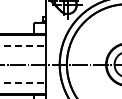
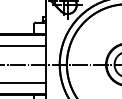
line at (23, 45): dashed -> solid
line at (23, 83): dashed -> solid
